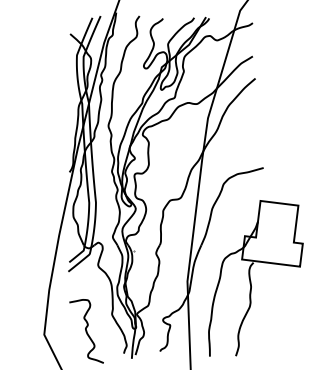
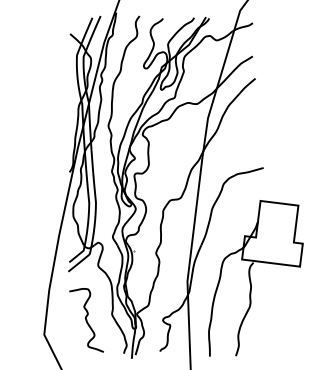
curve at (86, 331) position: (86, 331) -> (86, 320)
